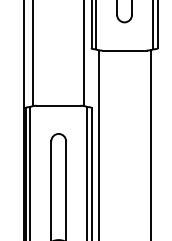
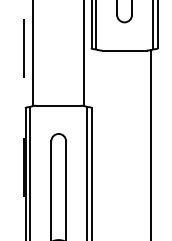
line at (24, 120): solid -> dashed
line at (99, 143): present -> none
